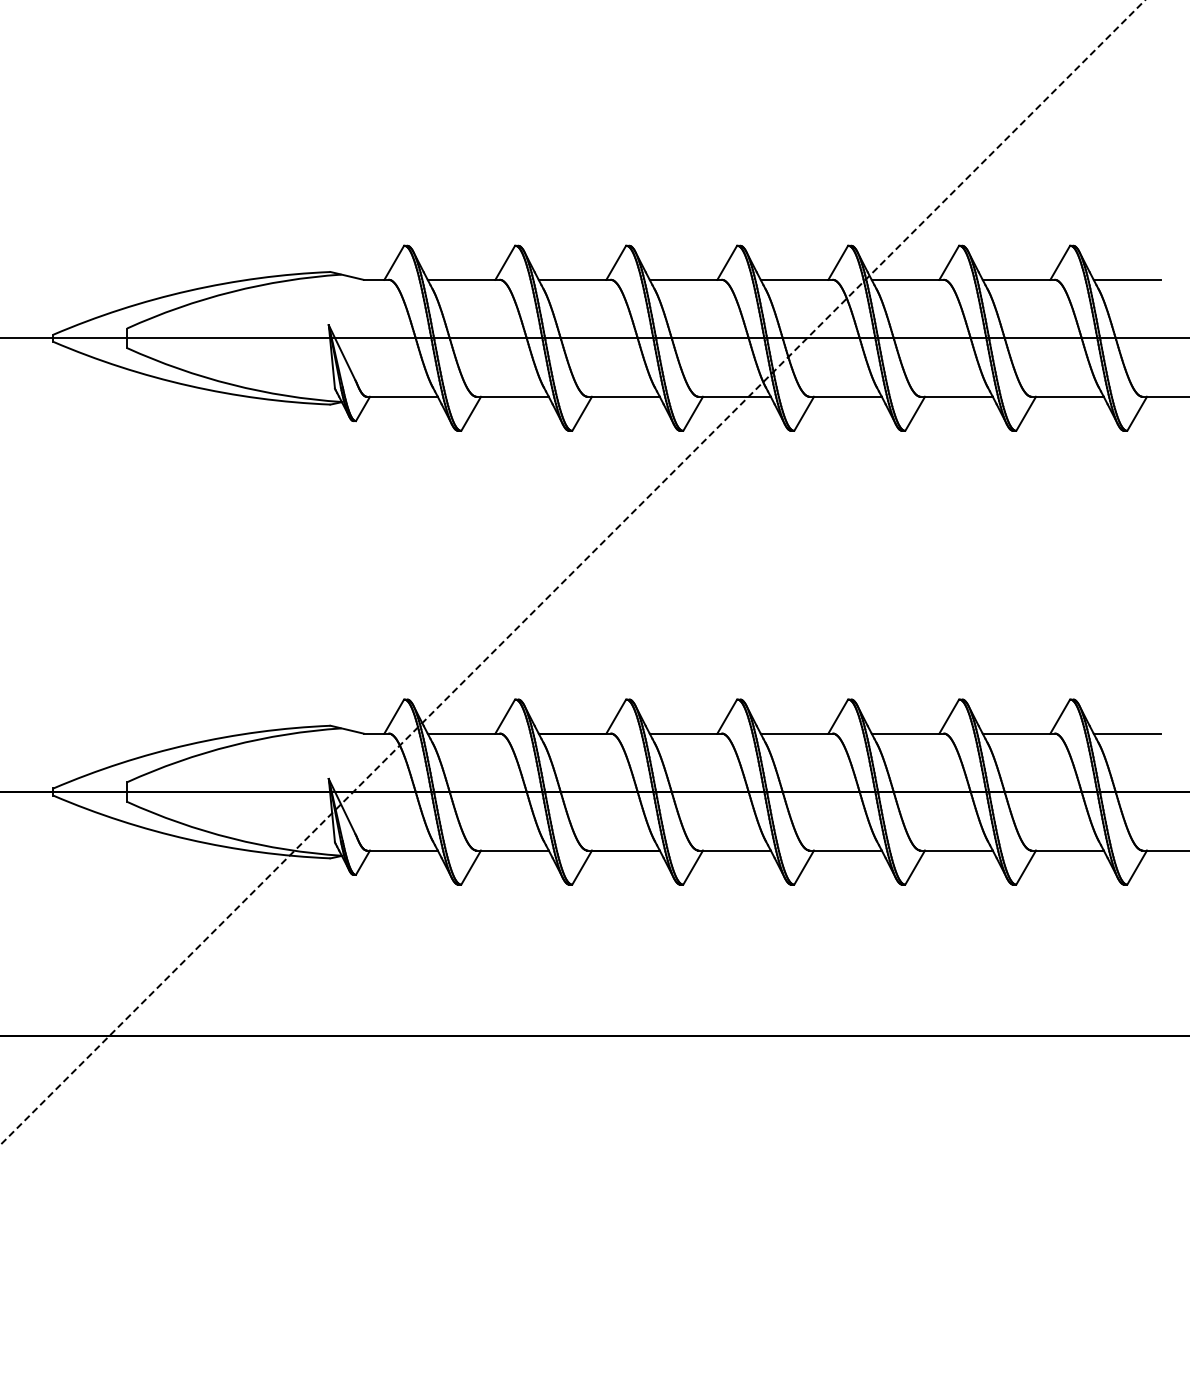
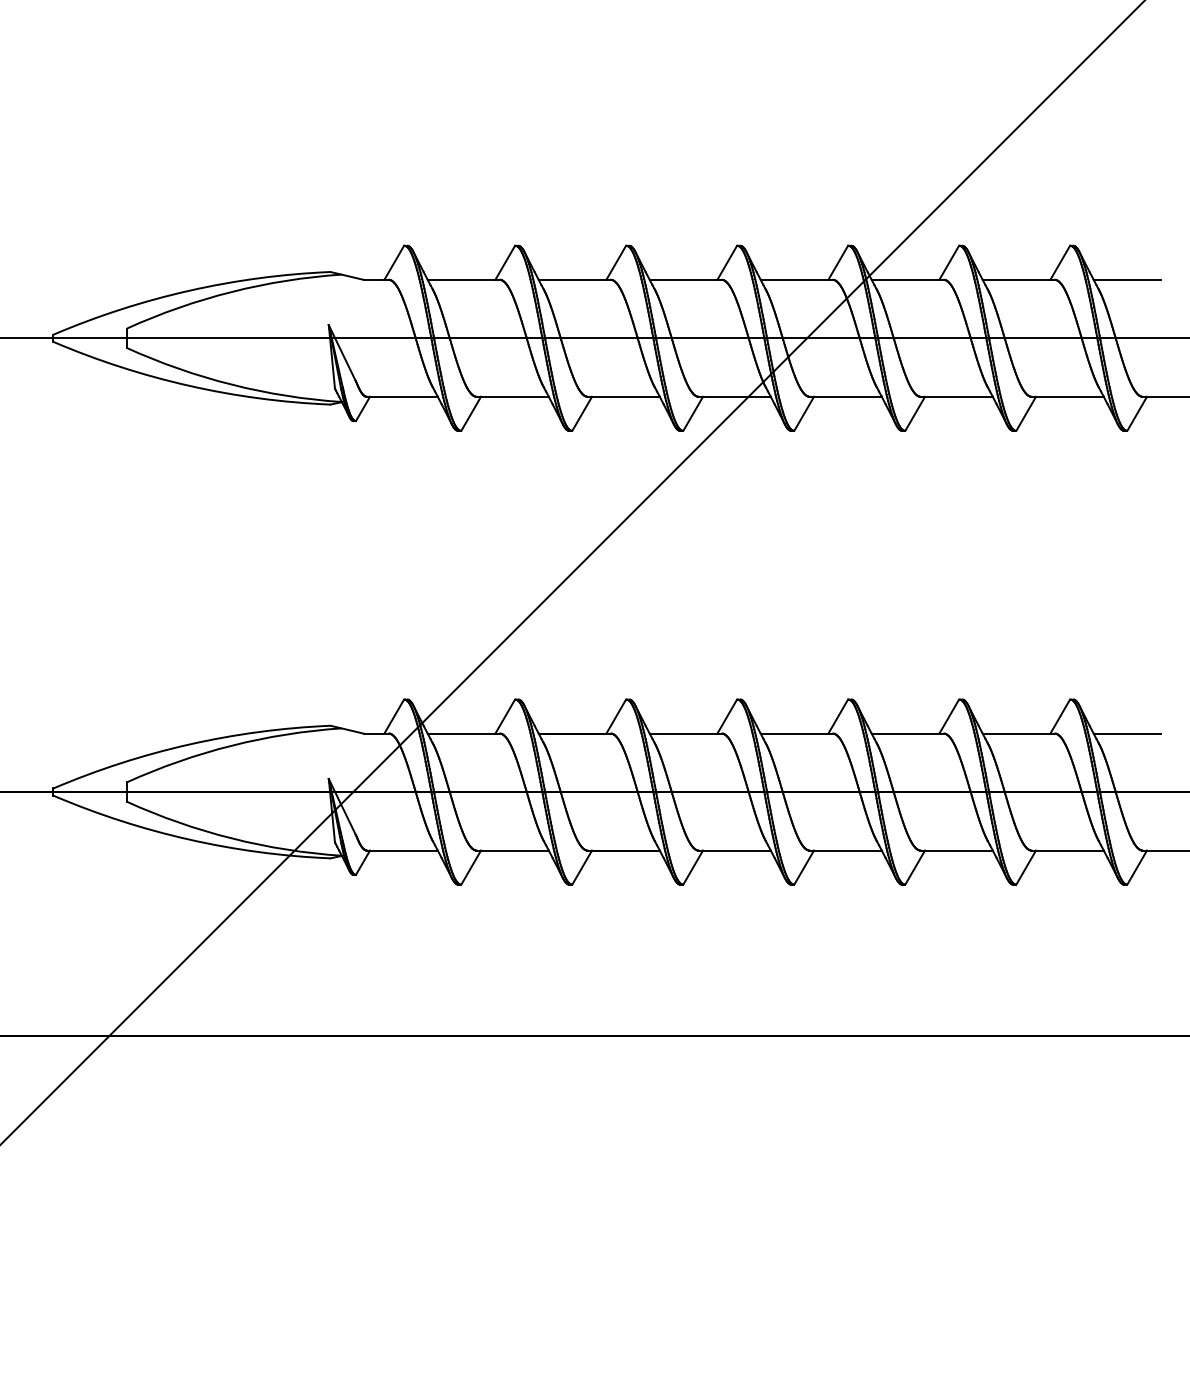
line at (572, 572): dashed -> solid
